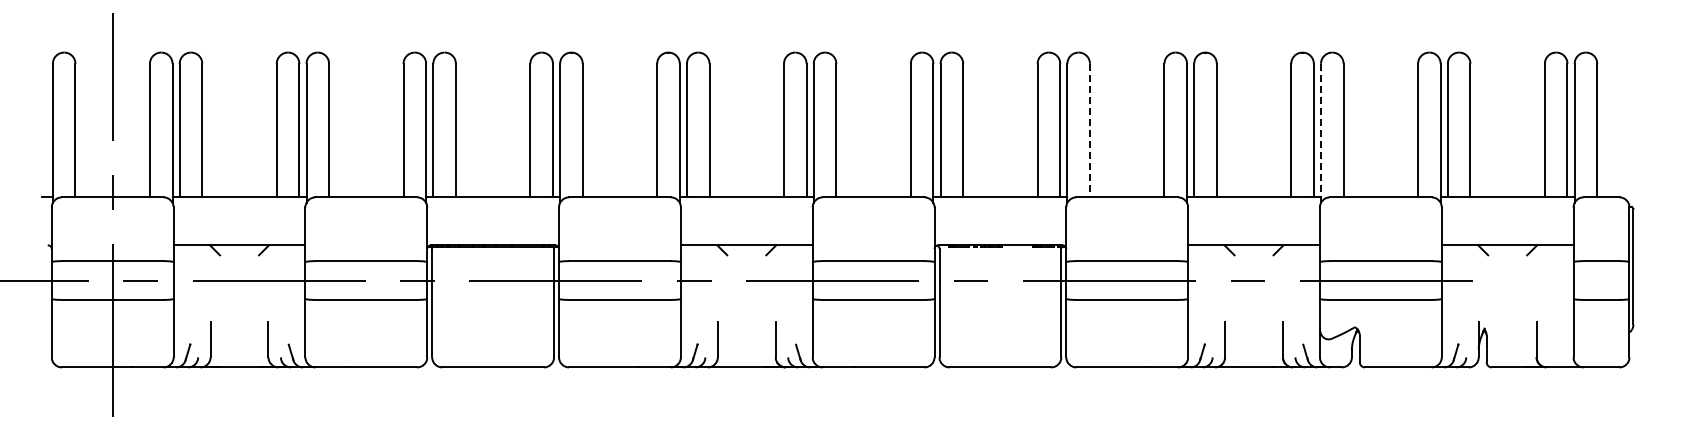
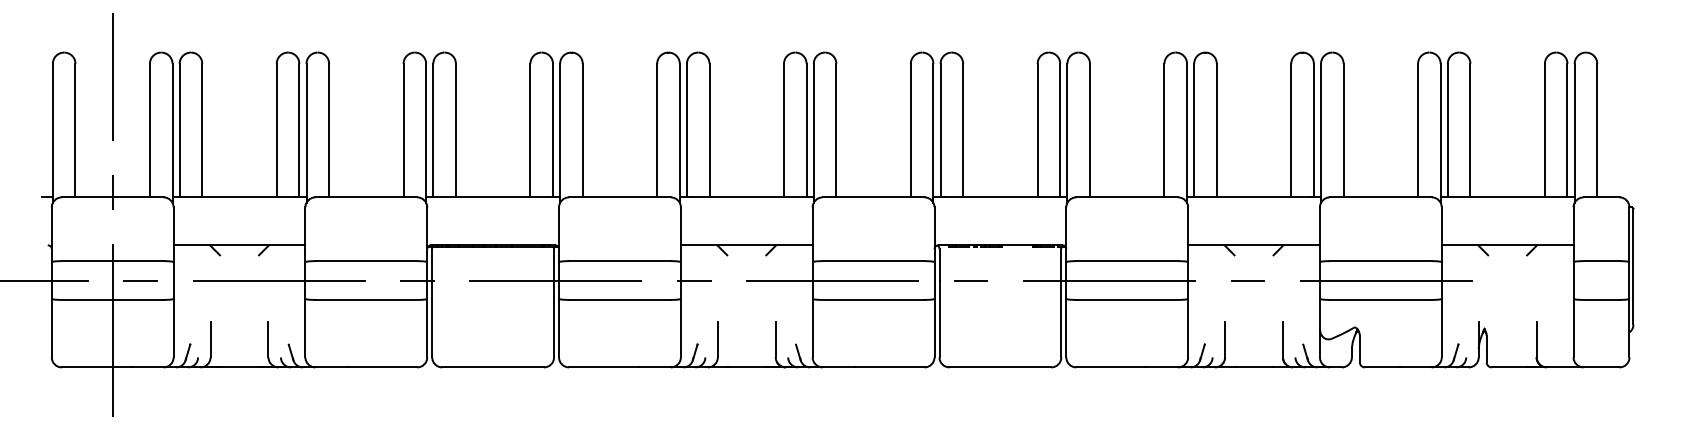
line at (1089, 130): dashed -> solid
line at (1321, 133): dashed -> solid
